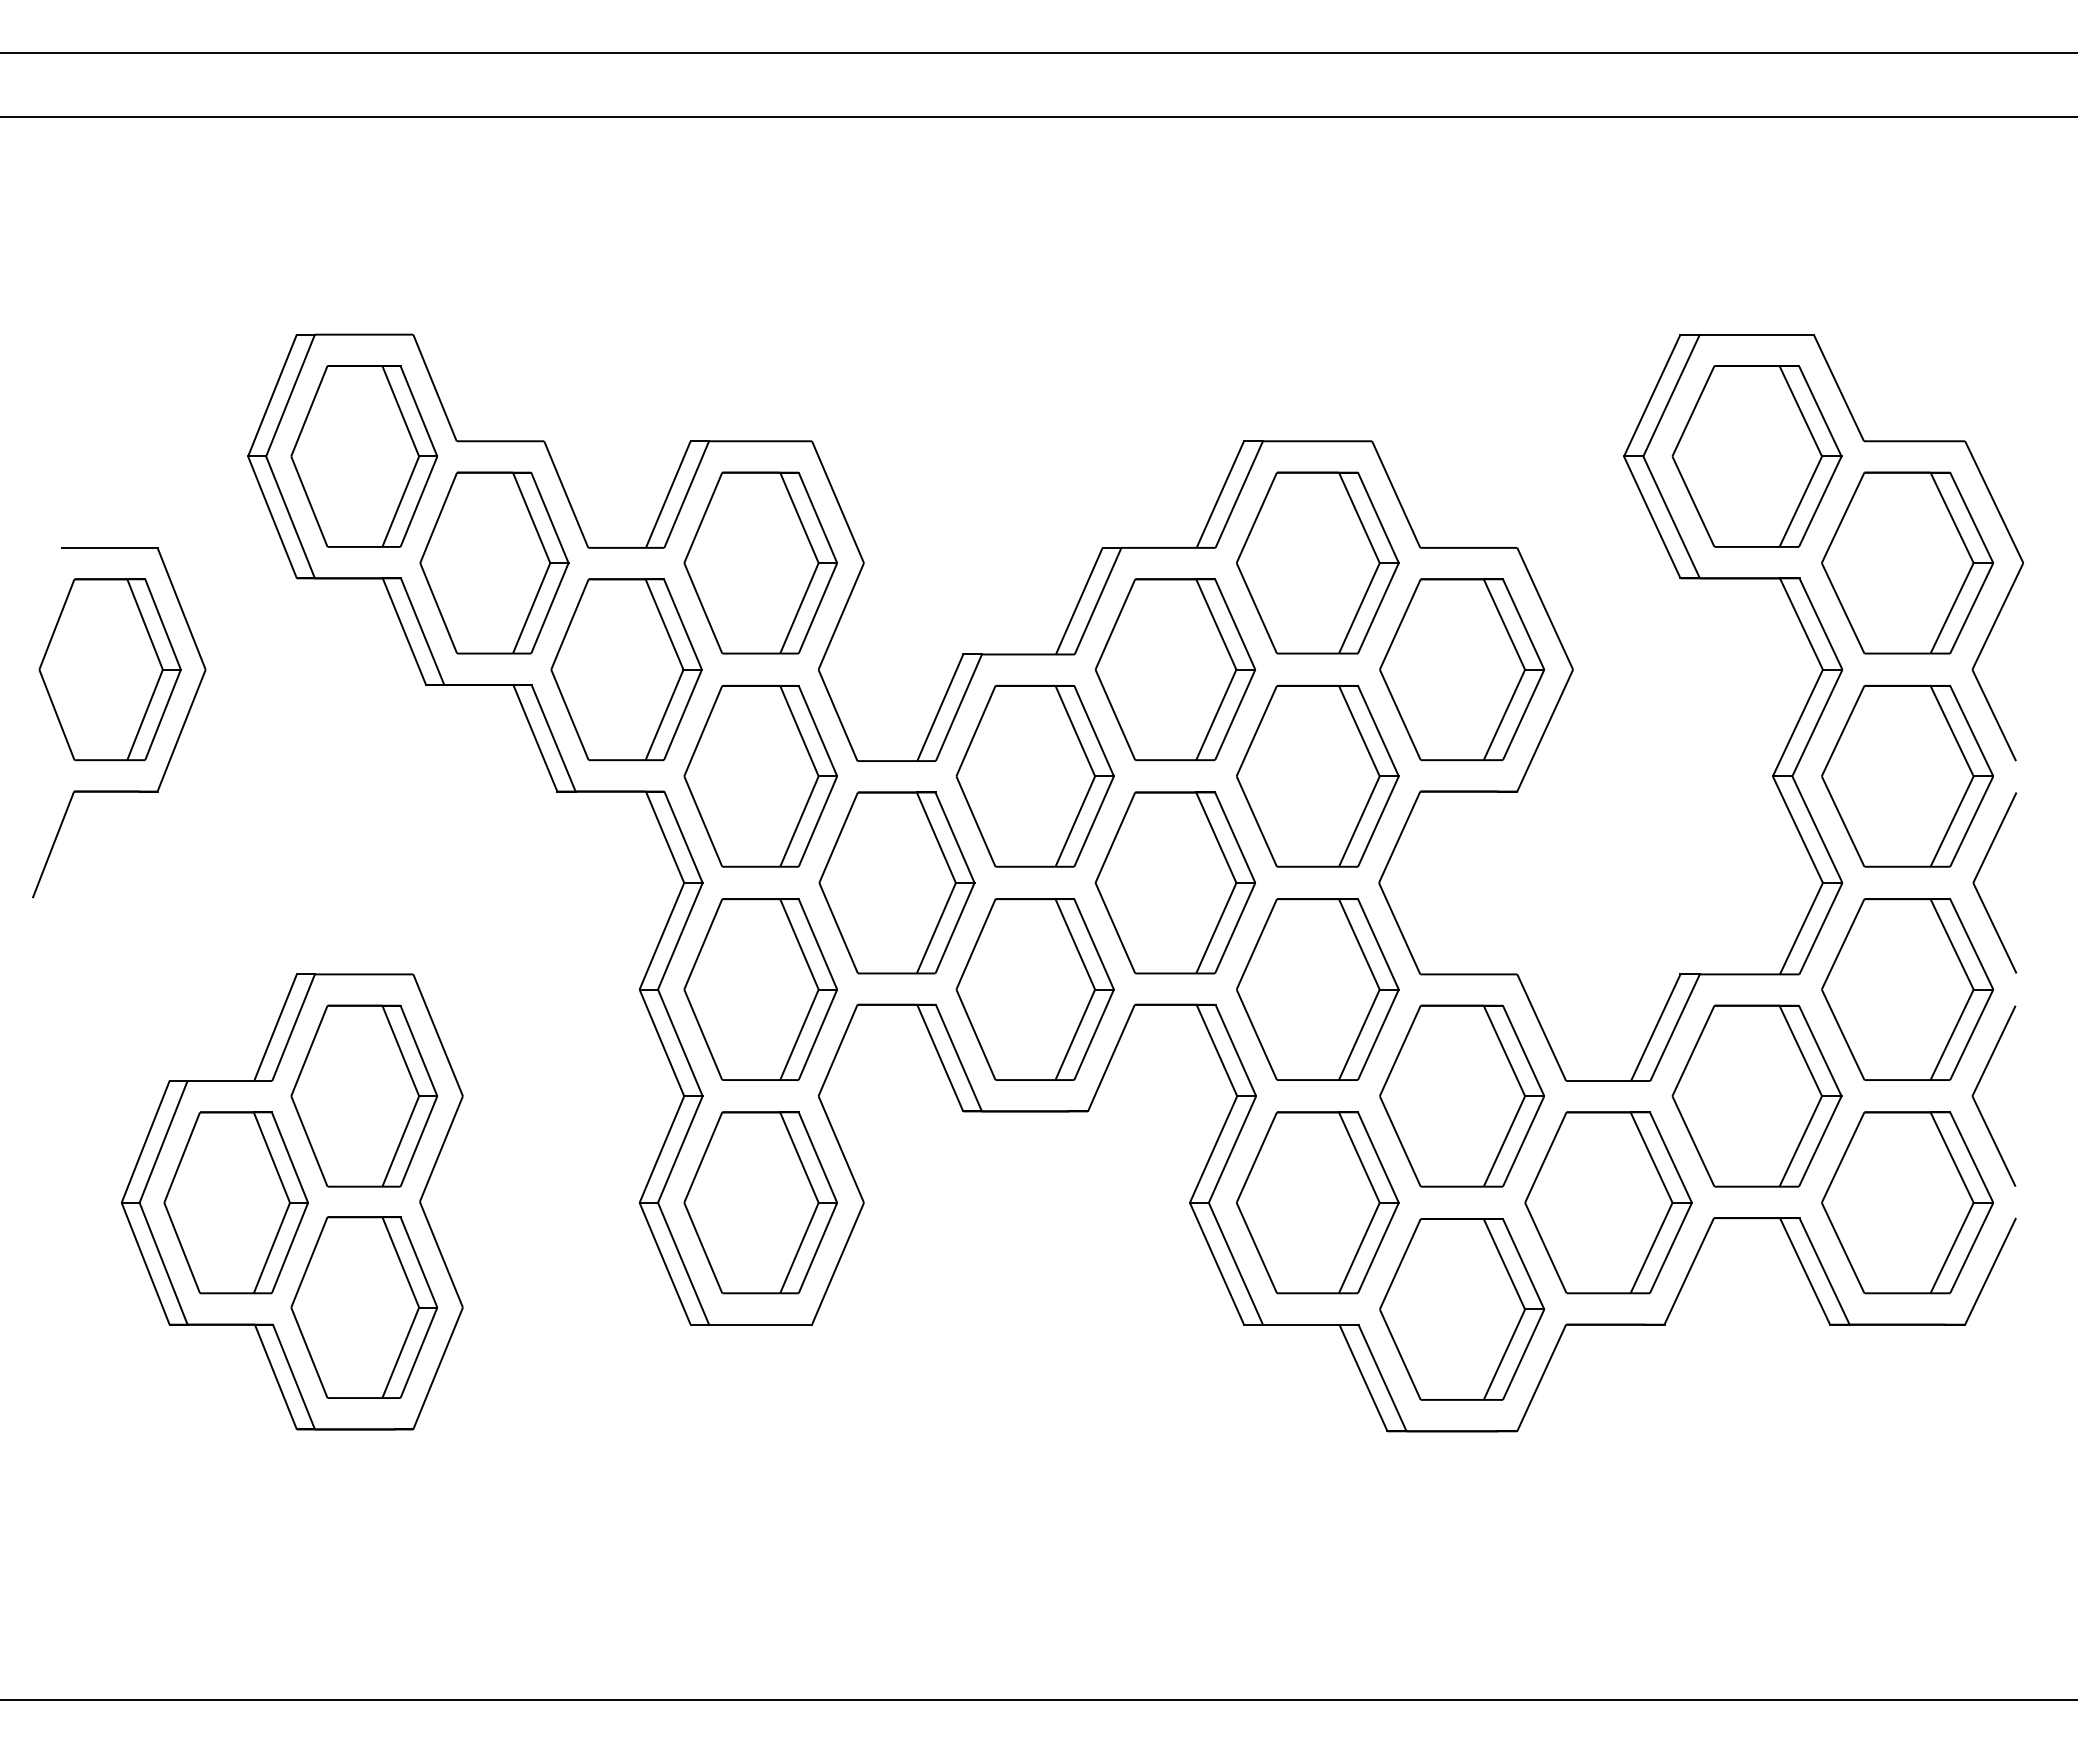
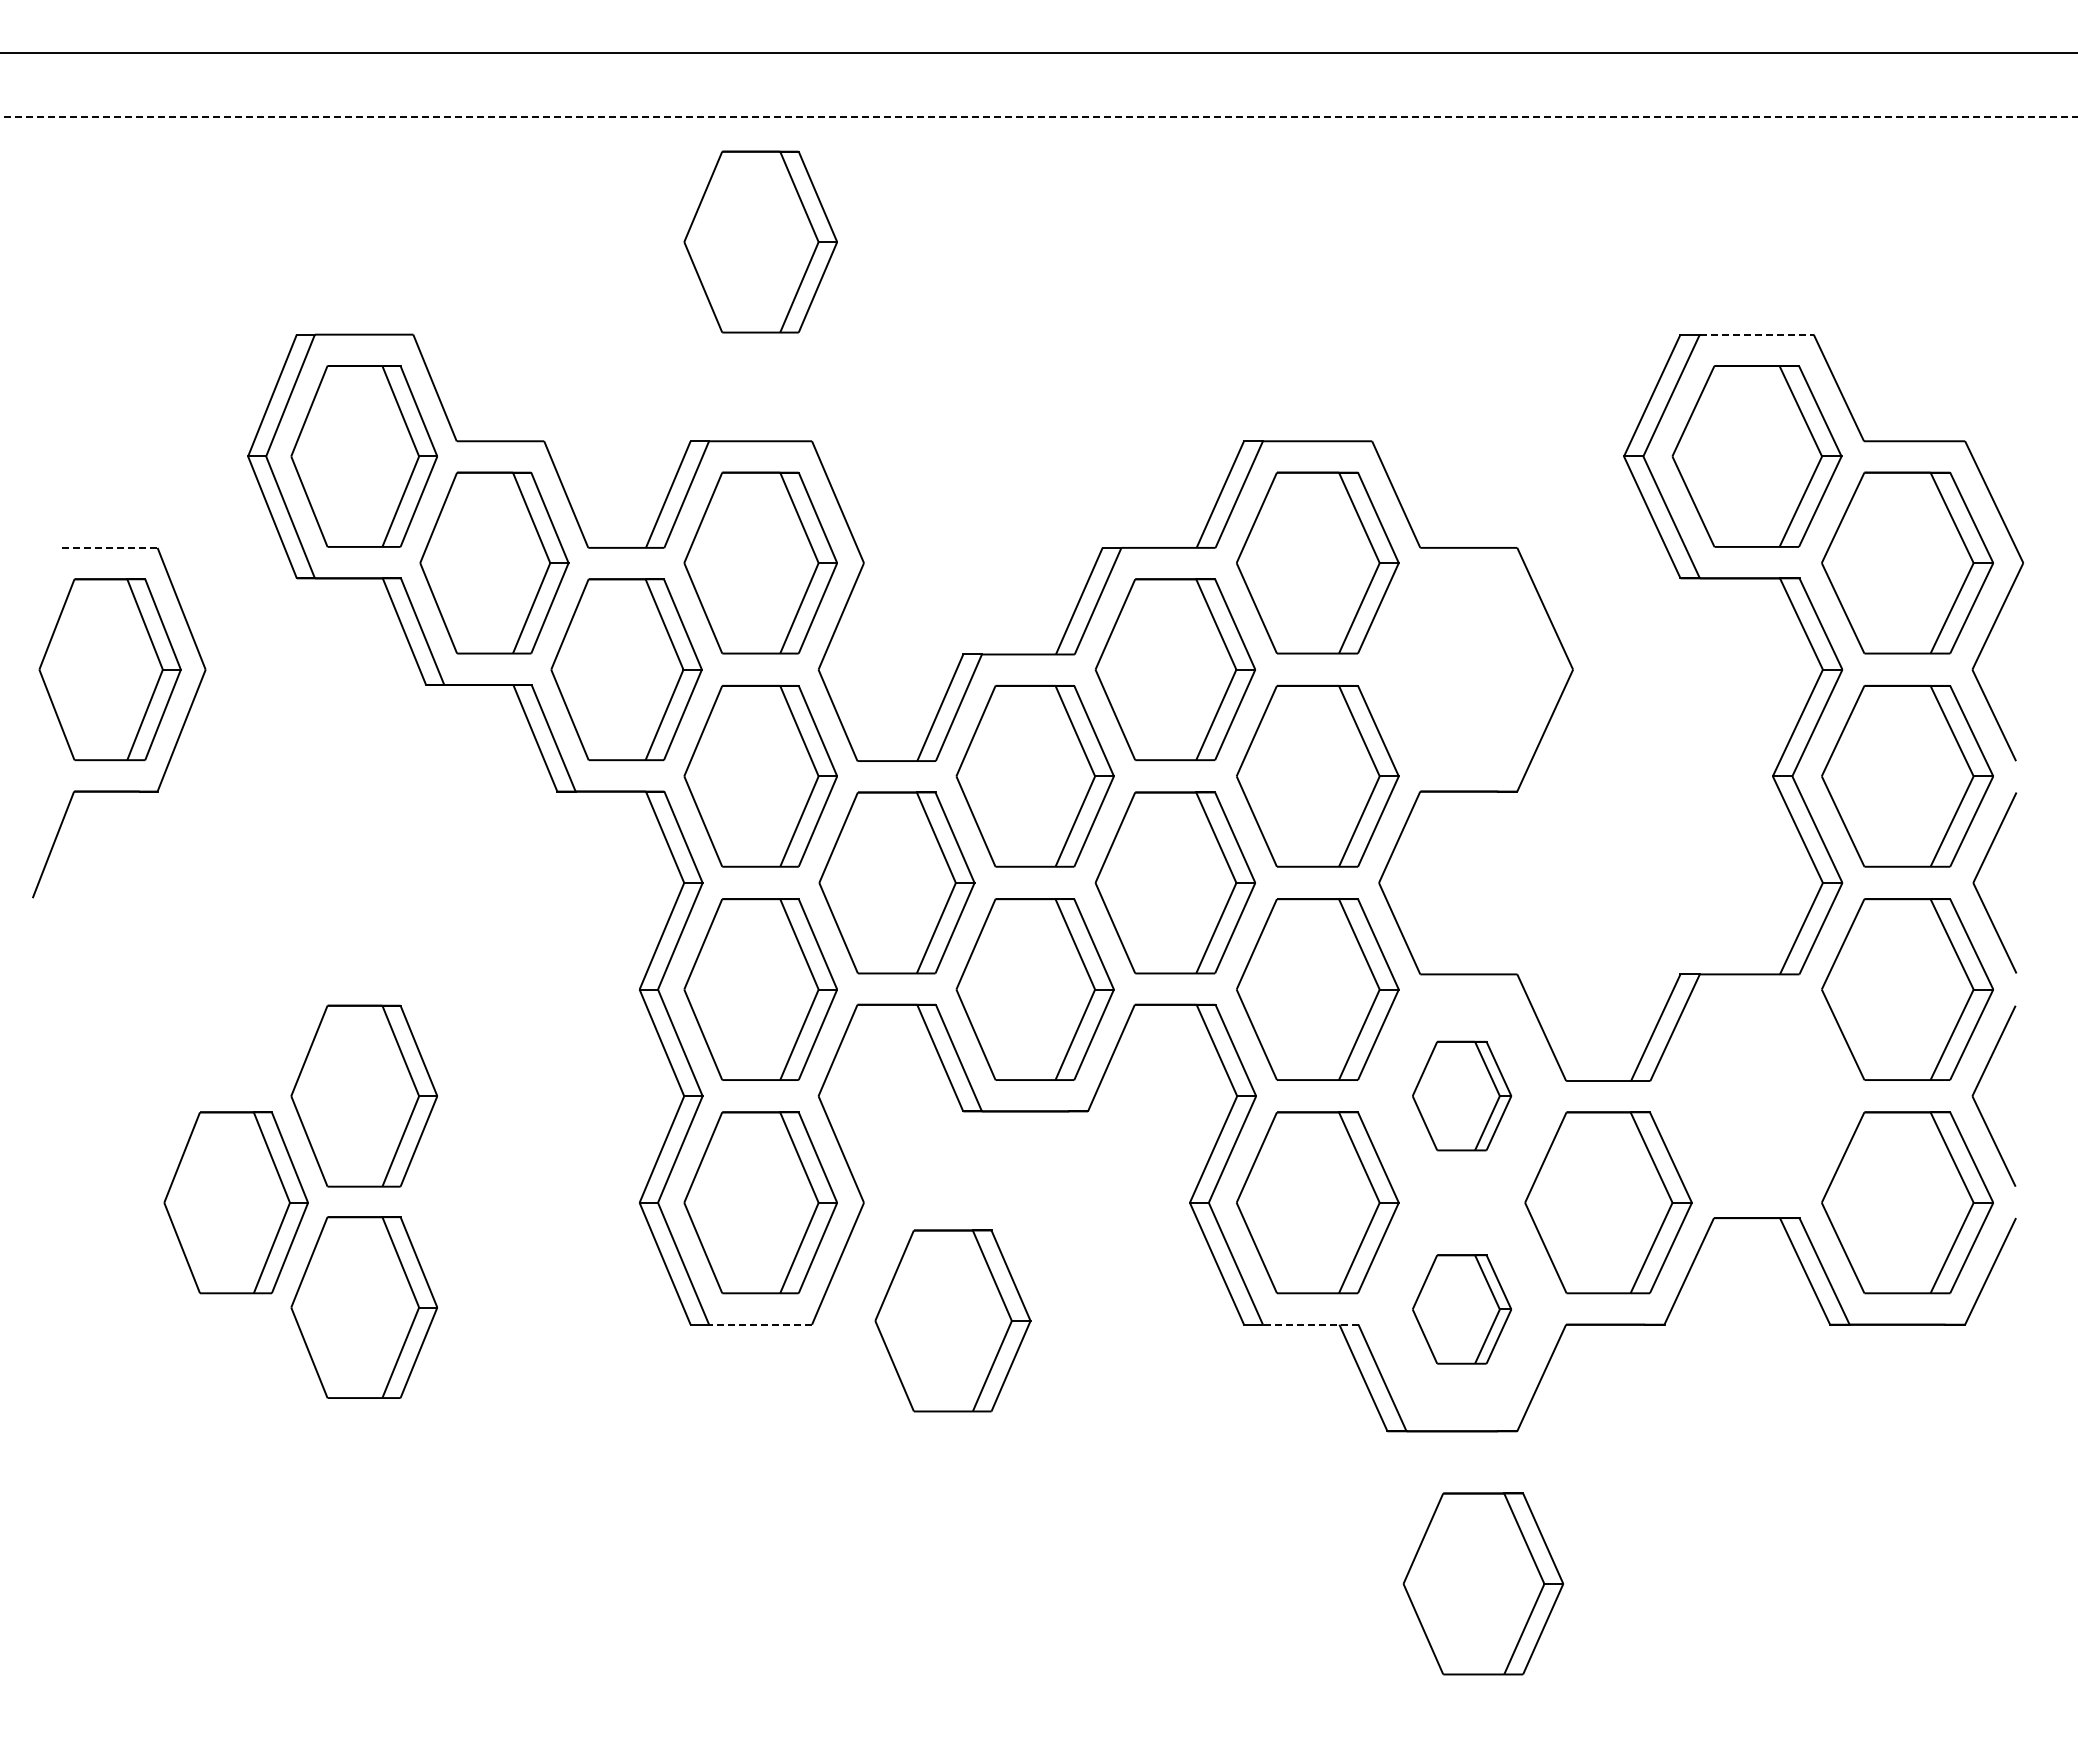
line at (1038, 117): solid -> dashed
part at (760, 241): none -> present
line at (1756, 334): solid -> dashed
line at (110, 547): solid -> dashed
part at (1461, 669): present -> none
part at (1461, 1095) size: 166x184 px -> 100x112 px
part at (1756, 1095): present -> none
part at (292, 1201): present -> none
part at (1461, 1309) size: 166x183 px -> 100x111 px
part at (952, 1320): none -> present
line at (760, 1324): solid -> dashed
line at (1310, 1324): solid -> dashed
part at (1482, 1583): none -> present
line at (1038, 1700): present -> none
